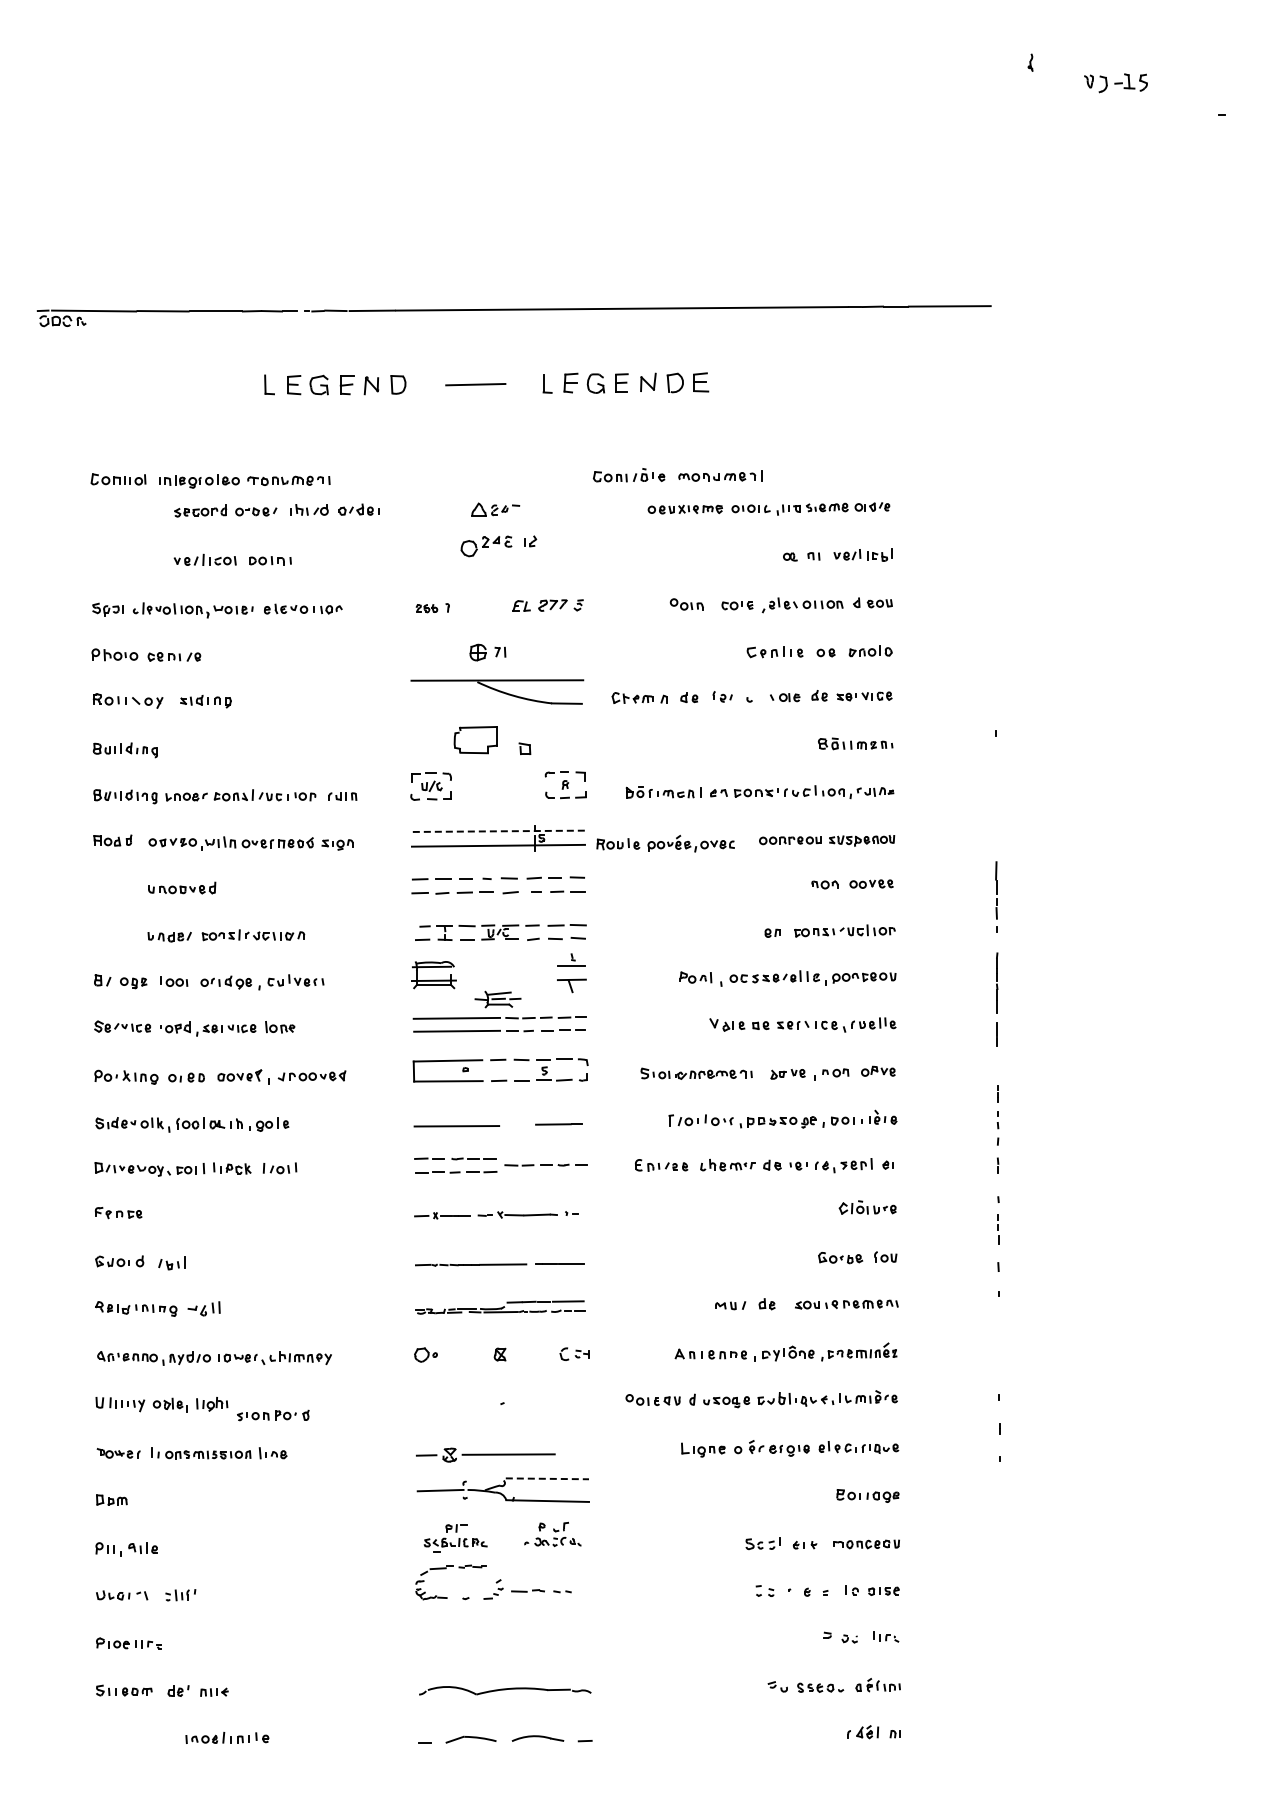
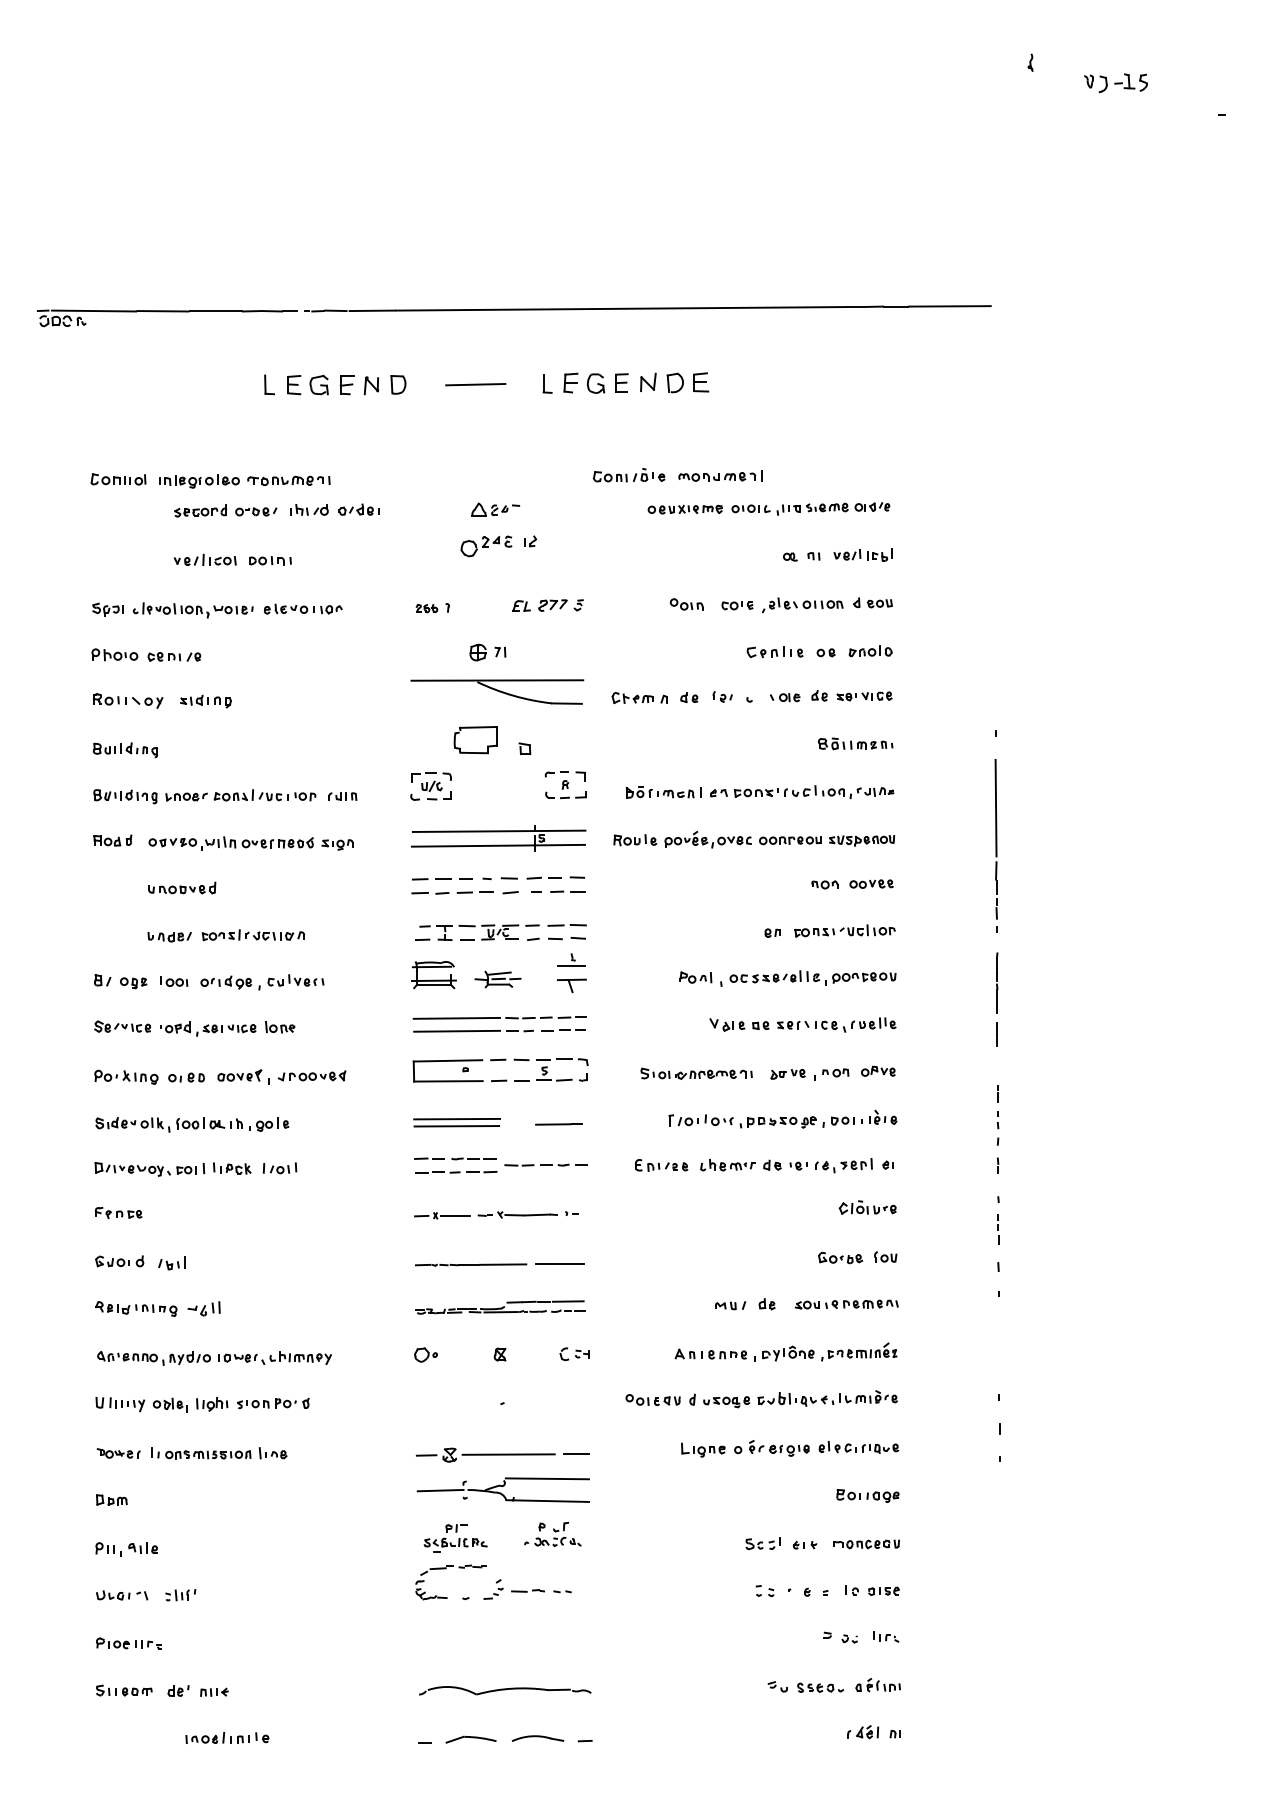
line at (995, 807): none -> present
line at (499, 831): dashed -> solid
part at (665, 843) position: (665, 843) -> (682, 839)
part at (497, 999) position: (497, 999) -> (497, 979)
line at (457, 1118): none -> present
part at (273, 1415) position: (273, 1415) -> (273, 1403)
line at (576, 1453): none -> present
line at (547, 1478): dashed -> solid
